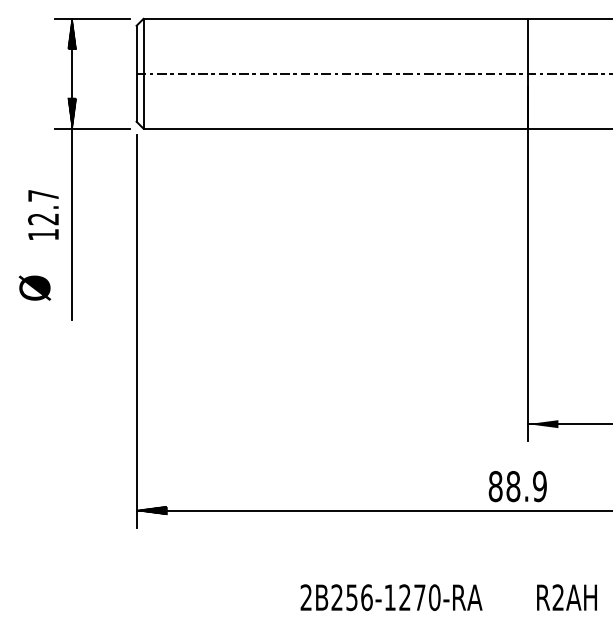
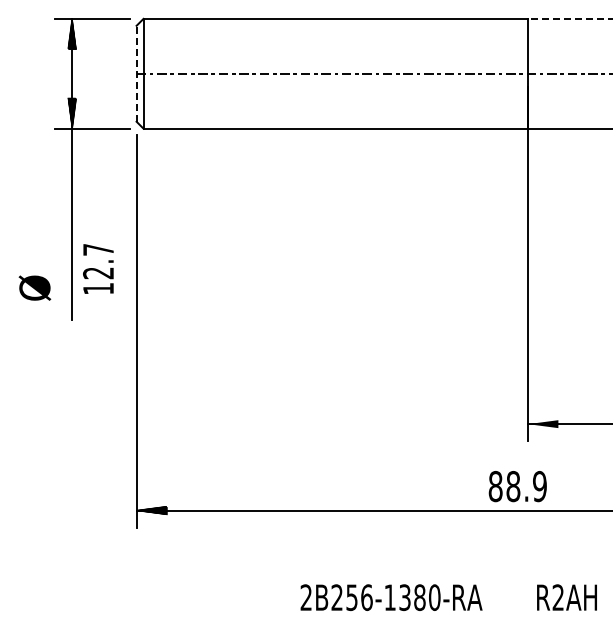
line at (569, 18): solid -> dashed
line at (136, 73): solid -> dashed
text at (43, 214) position: (43, 214) -> (98, 268)
text at (412, 597): 2B256-1270-RA -> 2B256-1380-RA
